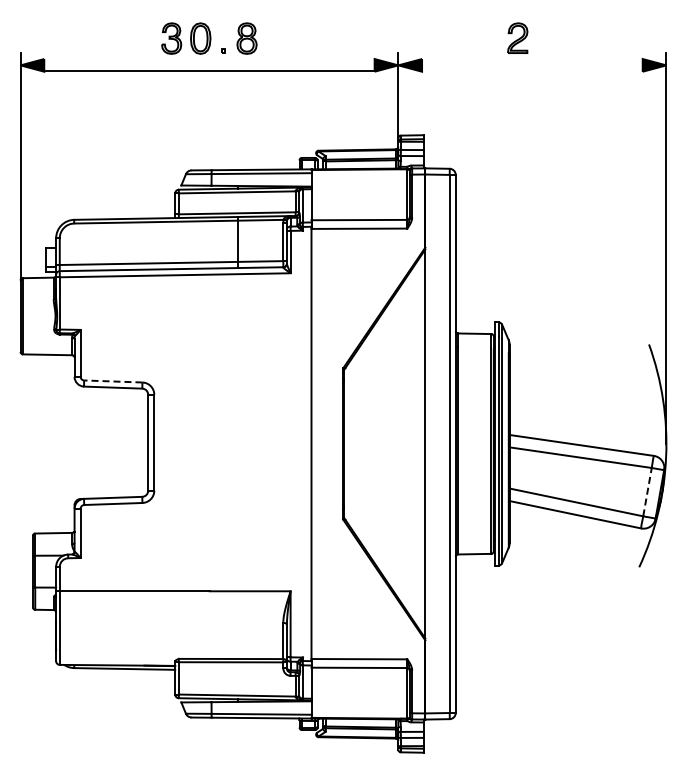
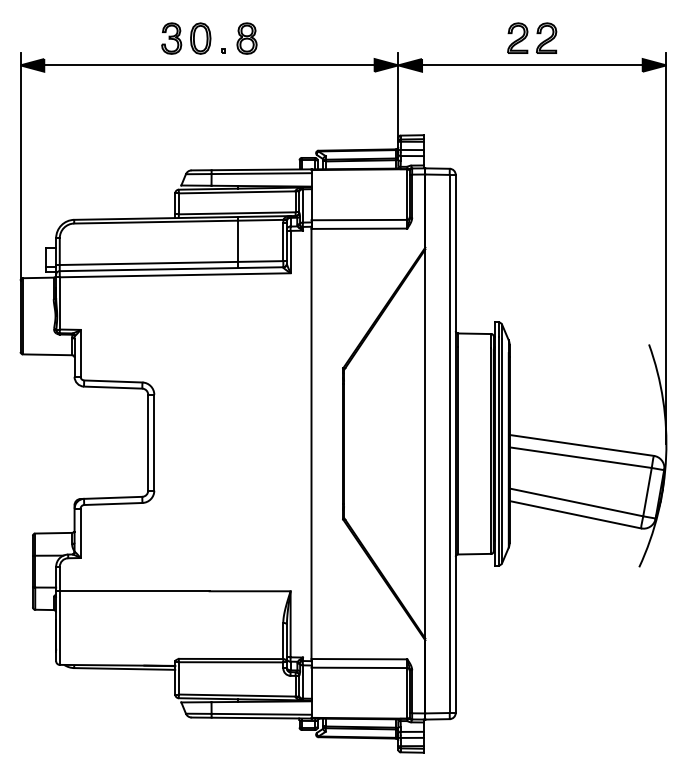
part at (546, 37): none -> present
line at (532, 65): none -> present
line at (209, 71) position: (209, 71) -> (209, 65)
line at (112, 381): dashed -> solid
line at (647, 492): dashed -> solid
